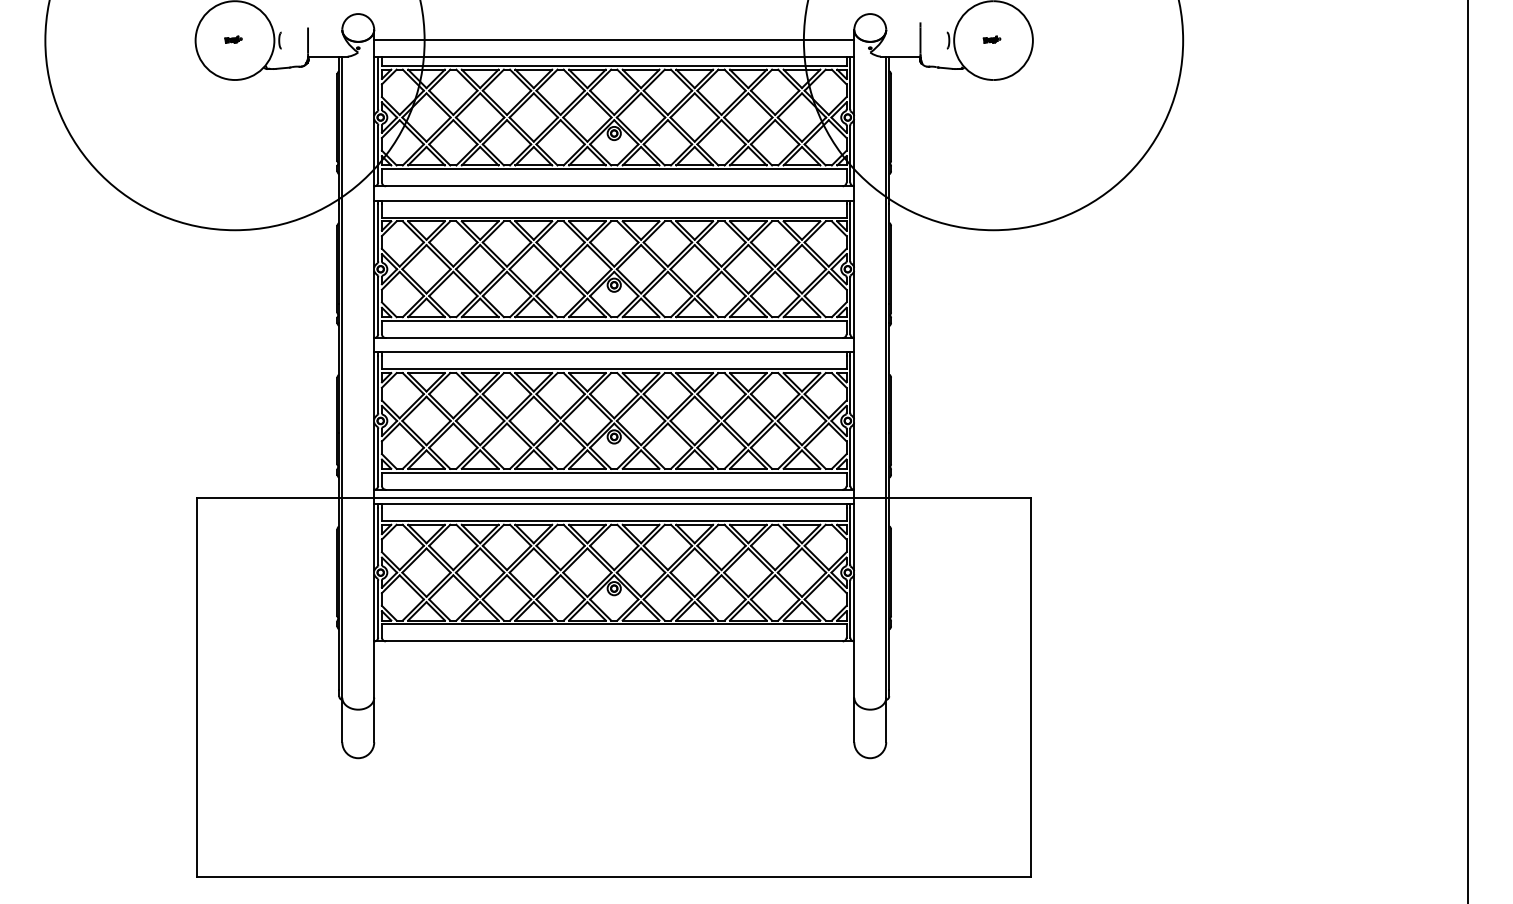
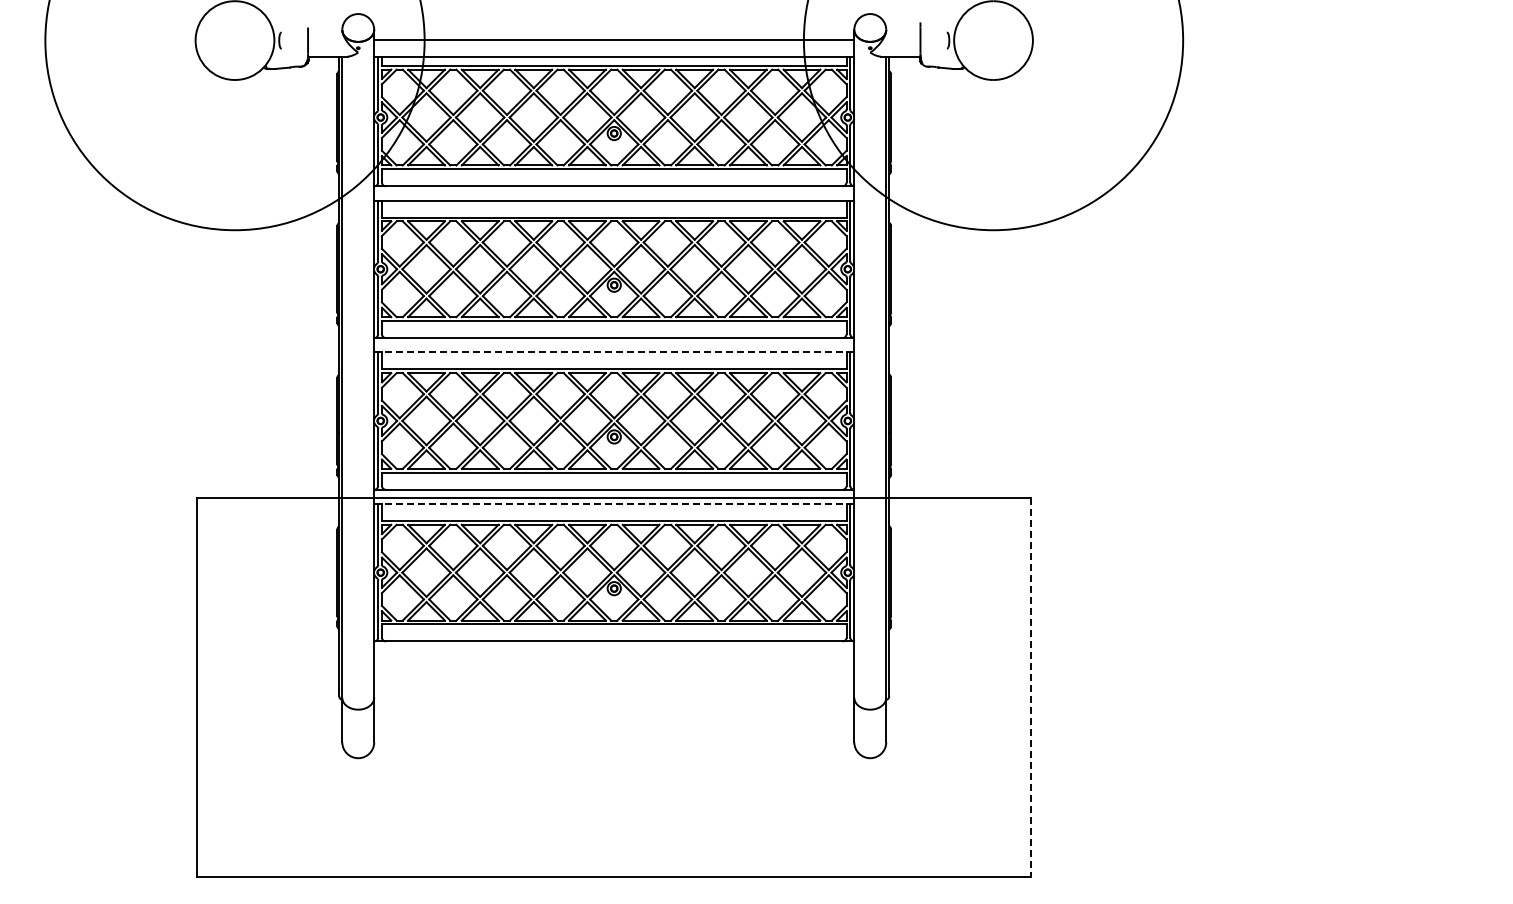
part at (233, 39): present -> none
part at (991, 39): present -> none
line at (614, 352): solid -> dashed
line at (1467, 451): present -> none
line at (614, 503): solid -> dashed
line at (1031, 687): solid -> dashed
